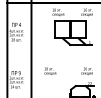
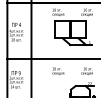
line at (52, 59): none -> present
text at (50, 70) position: (50, 70) -> (58, 70)
